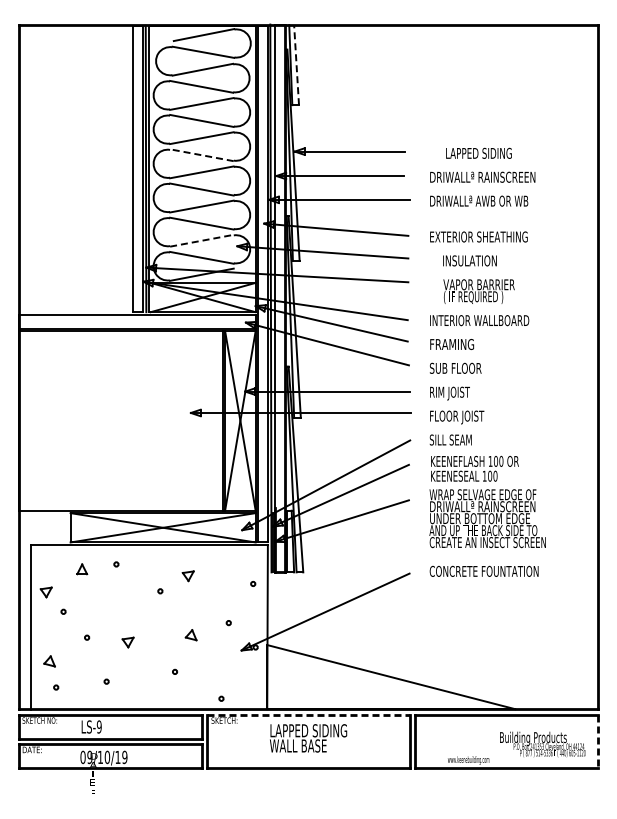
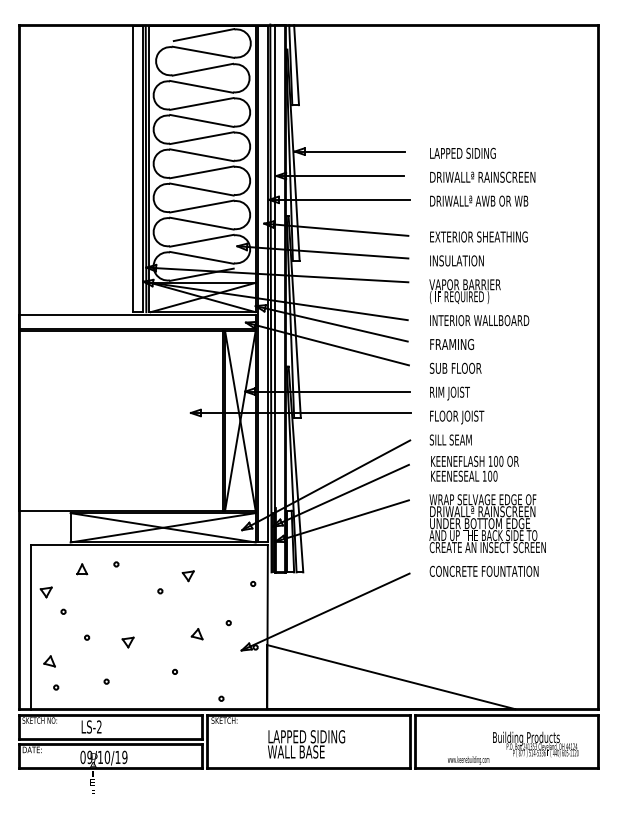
line at (296, 64): dashed -> solid
text at (478, 152) position: (478, 152) -> (462, 152)
line at (201, 155): dashed -> solid
line at (202, 240): dashed -> solid
text at (469, 260) position: (469, 260) -> (456, 260)
text at (478, 291) position: (478, 291) -> (464, 291)
text at (487, 518) position: (487, 518) -> (487, 523)
part at (190, 635) position: (190, 635) -> (196, 634)
line at (309, 714): dashed -> solid
text at (98, 726): LS-9 -> LS-2
text at (308, 738) position: (308, 738) -> (306, 744)
line at (598, 741): dashed -> solid
text at (542, 744) position: (542, 744) -> (535, 744)
